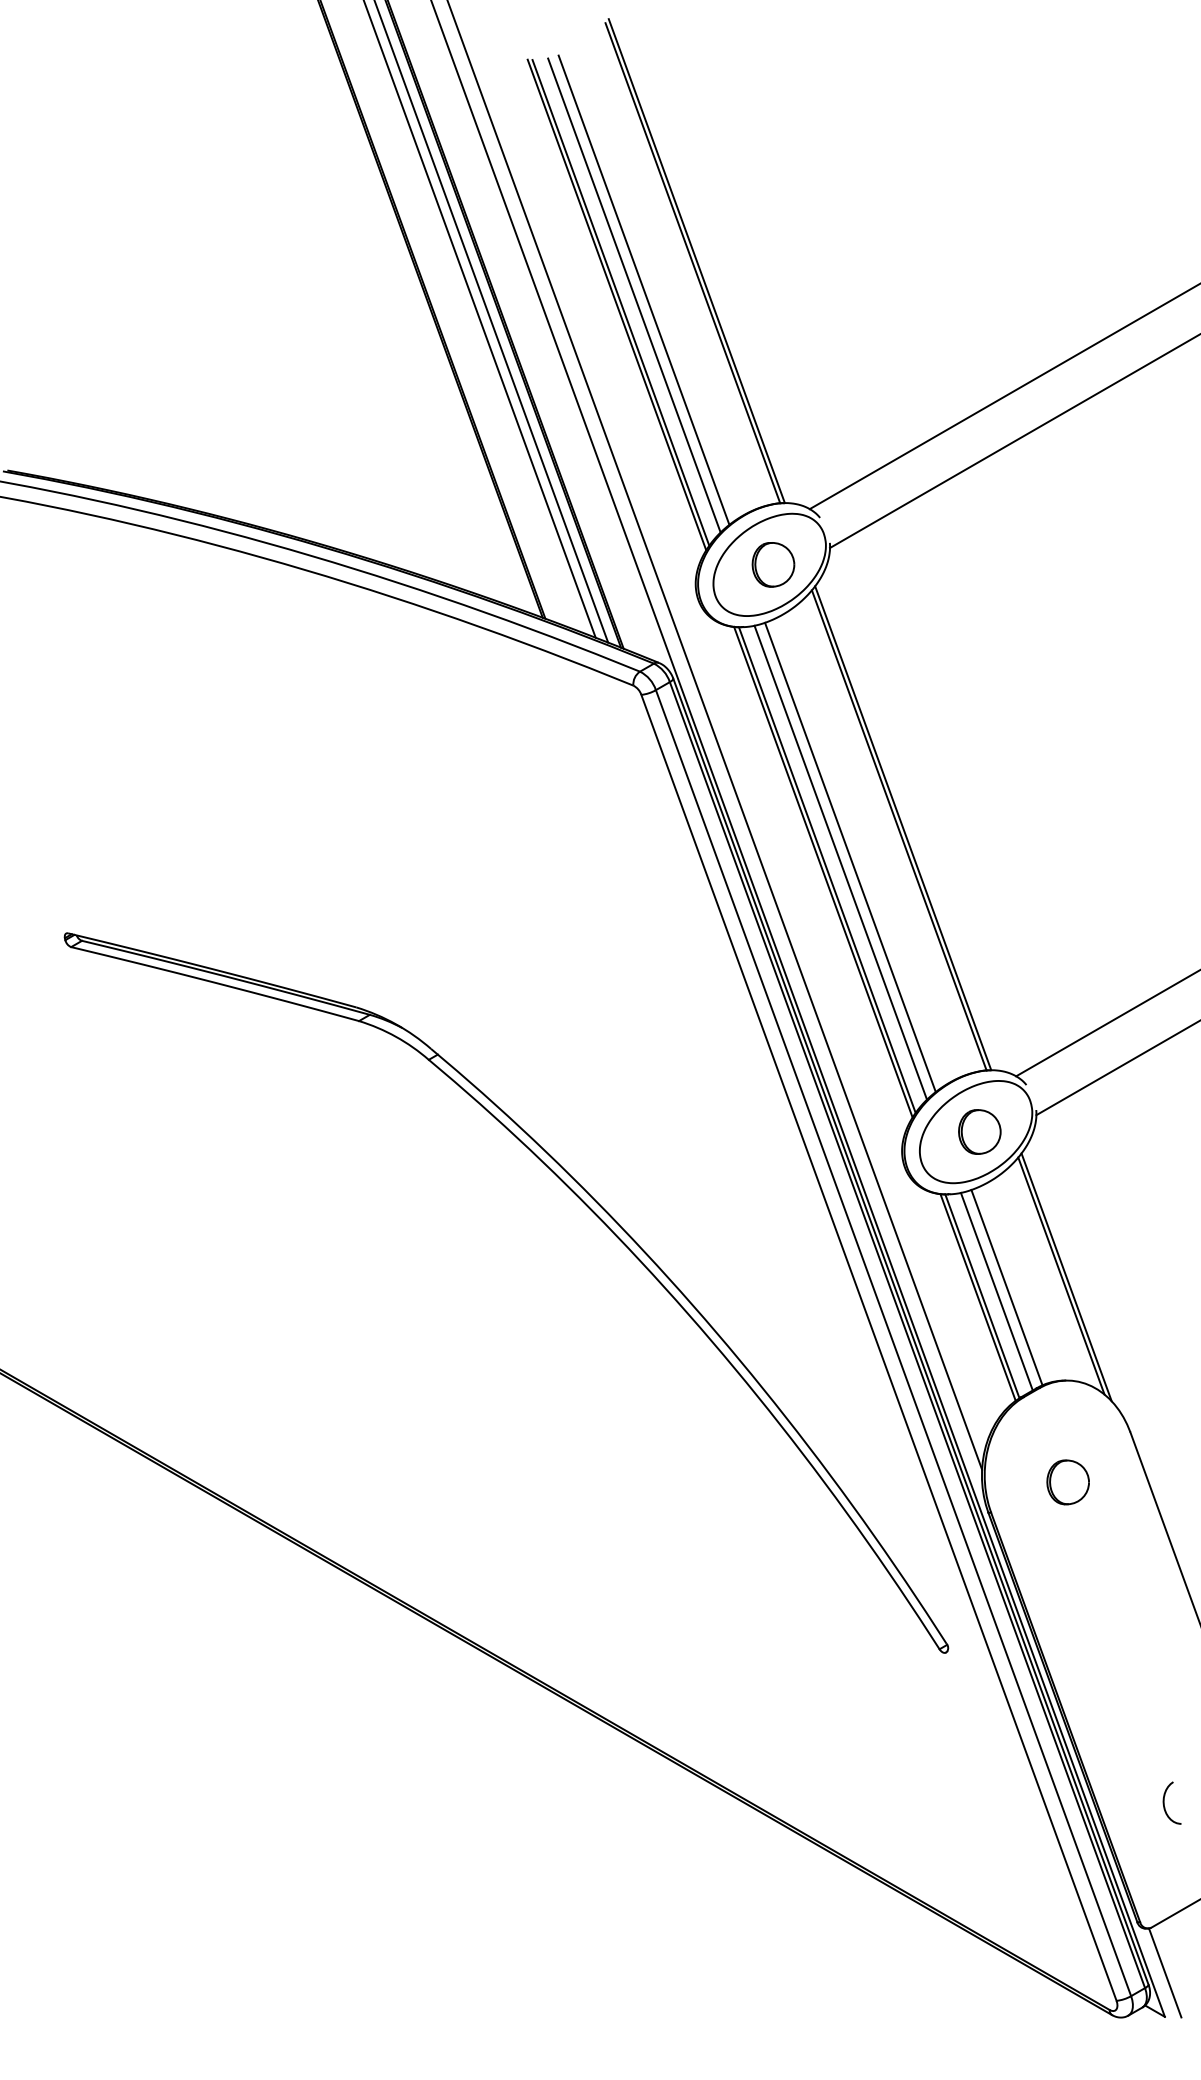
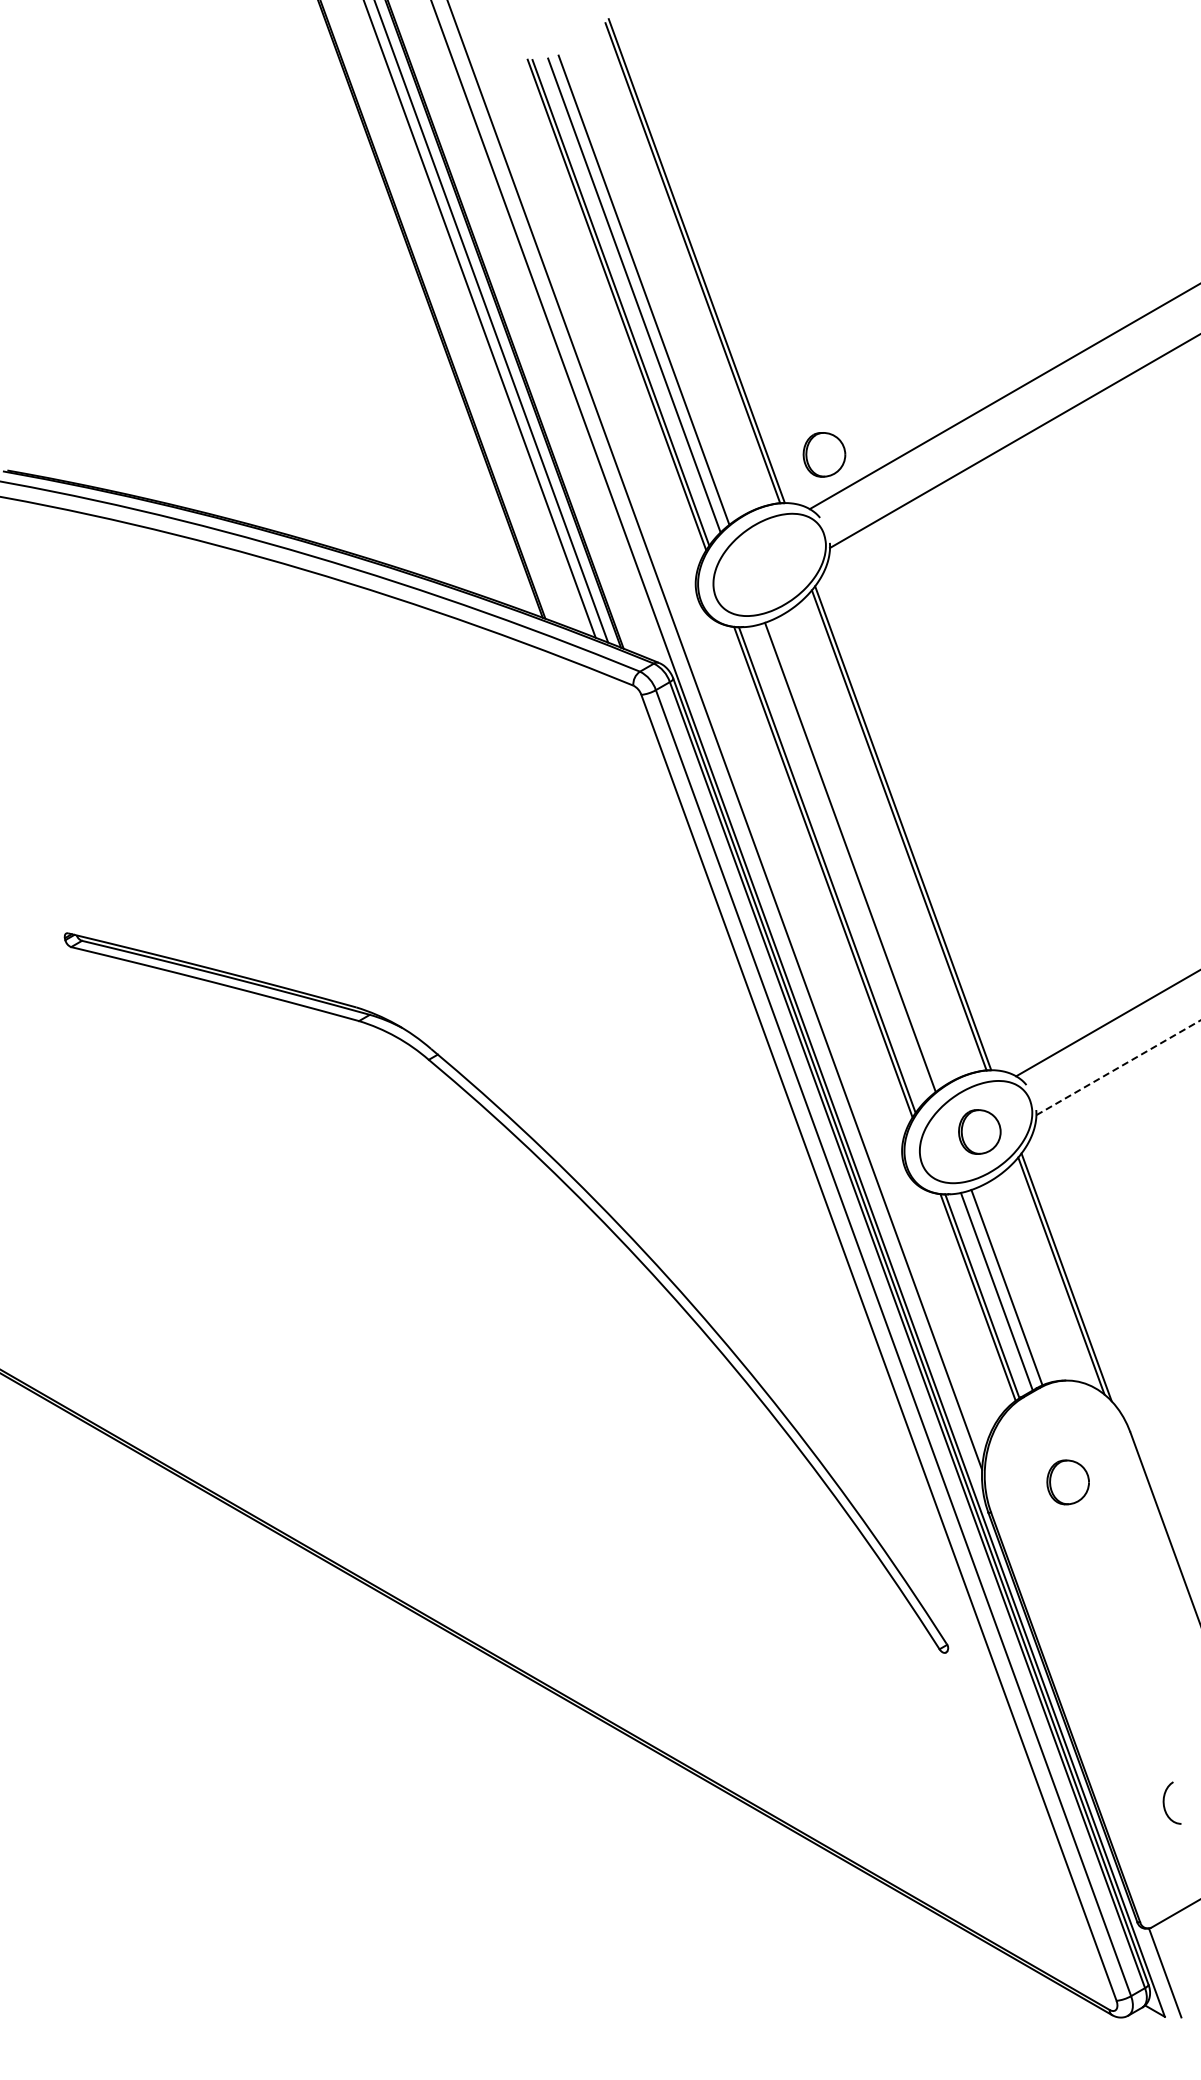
part at (773, 564) position: (773, 564) -> (824, 454)
line at (840, 862): present -> none
line at (1118, 1067): solid -> dashed
